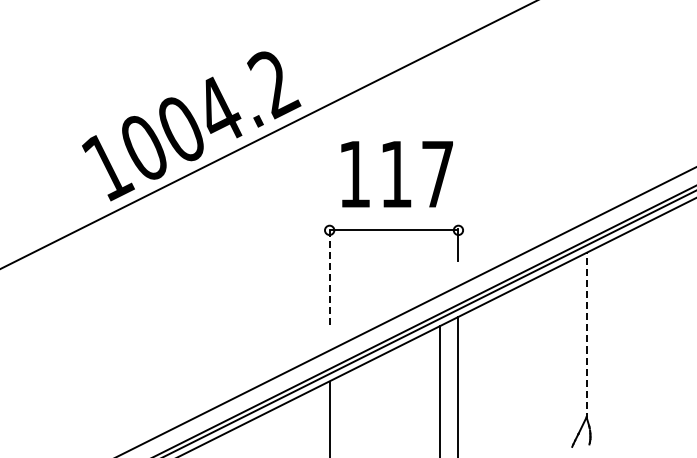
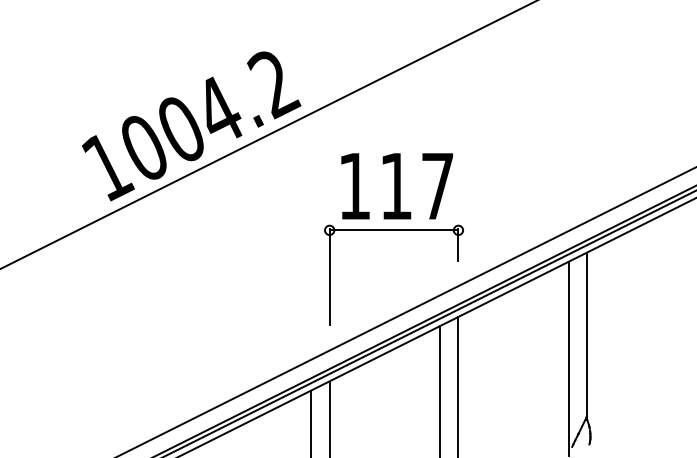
text at (396, 174) position: (396, 174) -> (396, 186)
line at (329, 277): dashed -> solid
line at (587, 335): dashed -> solid
line at (568, 357): none -> present
line at (310, 422): none -> present
